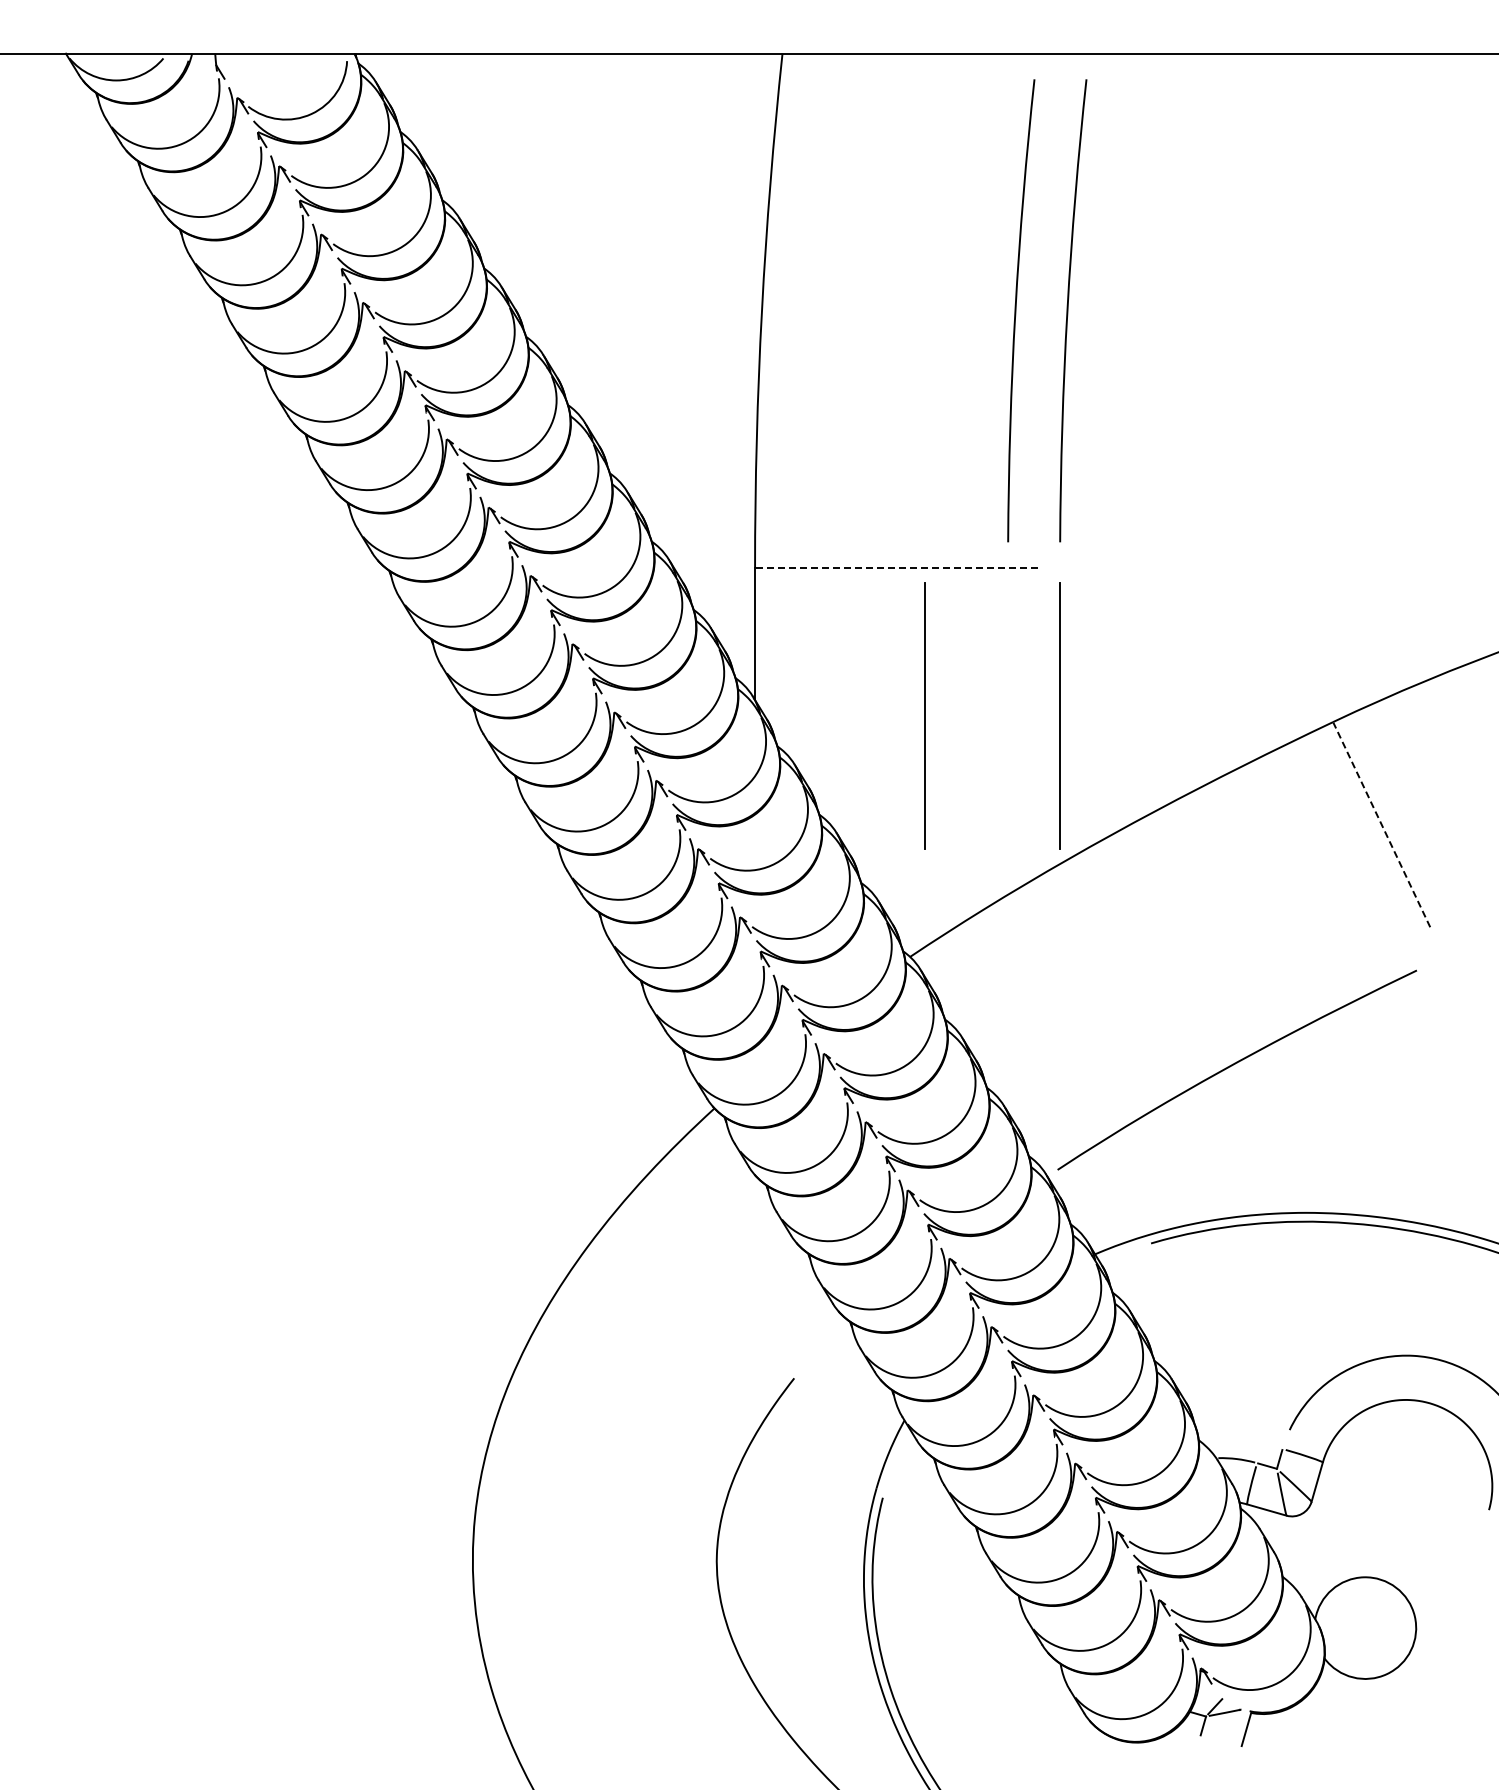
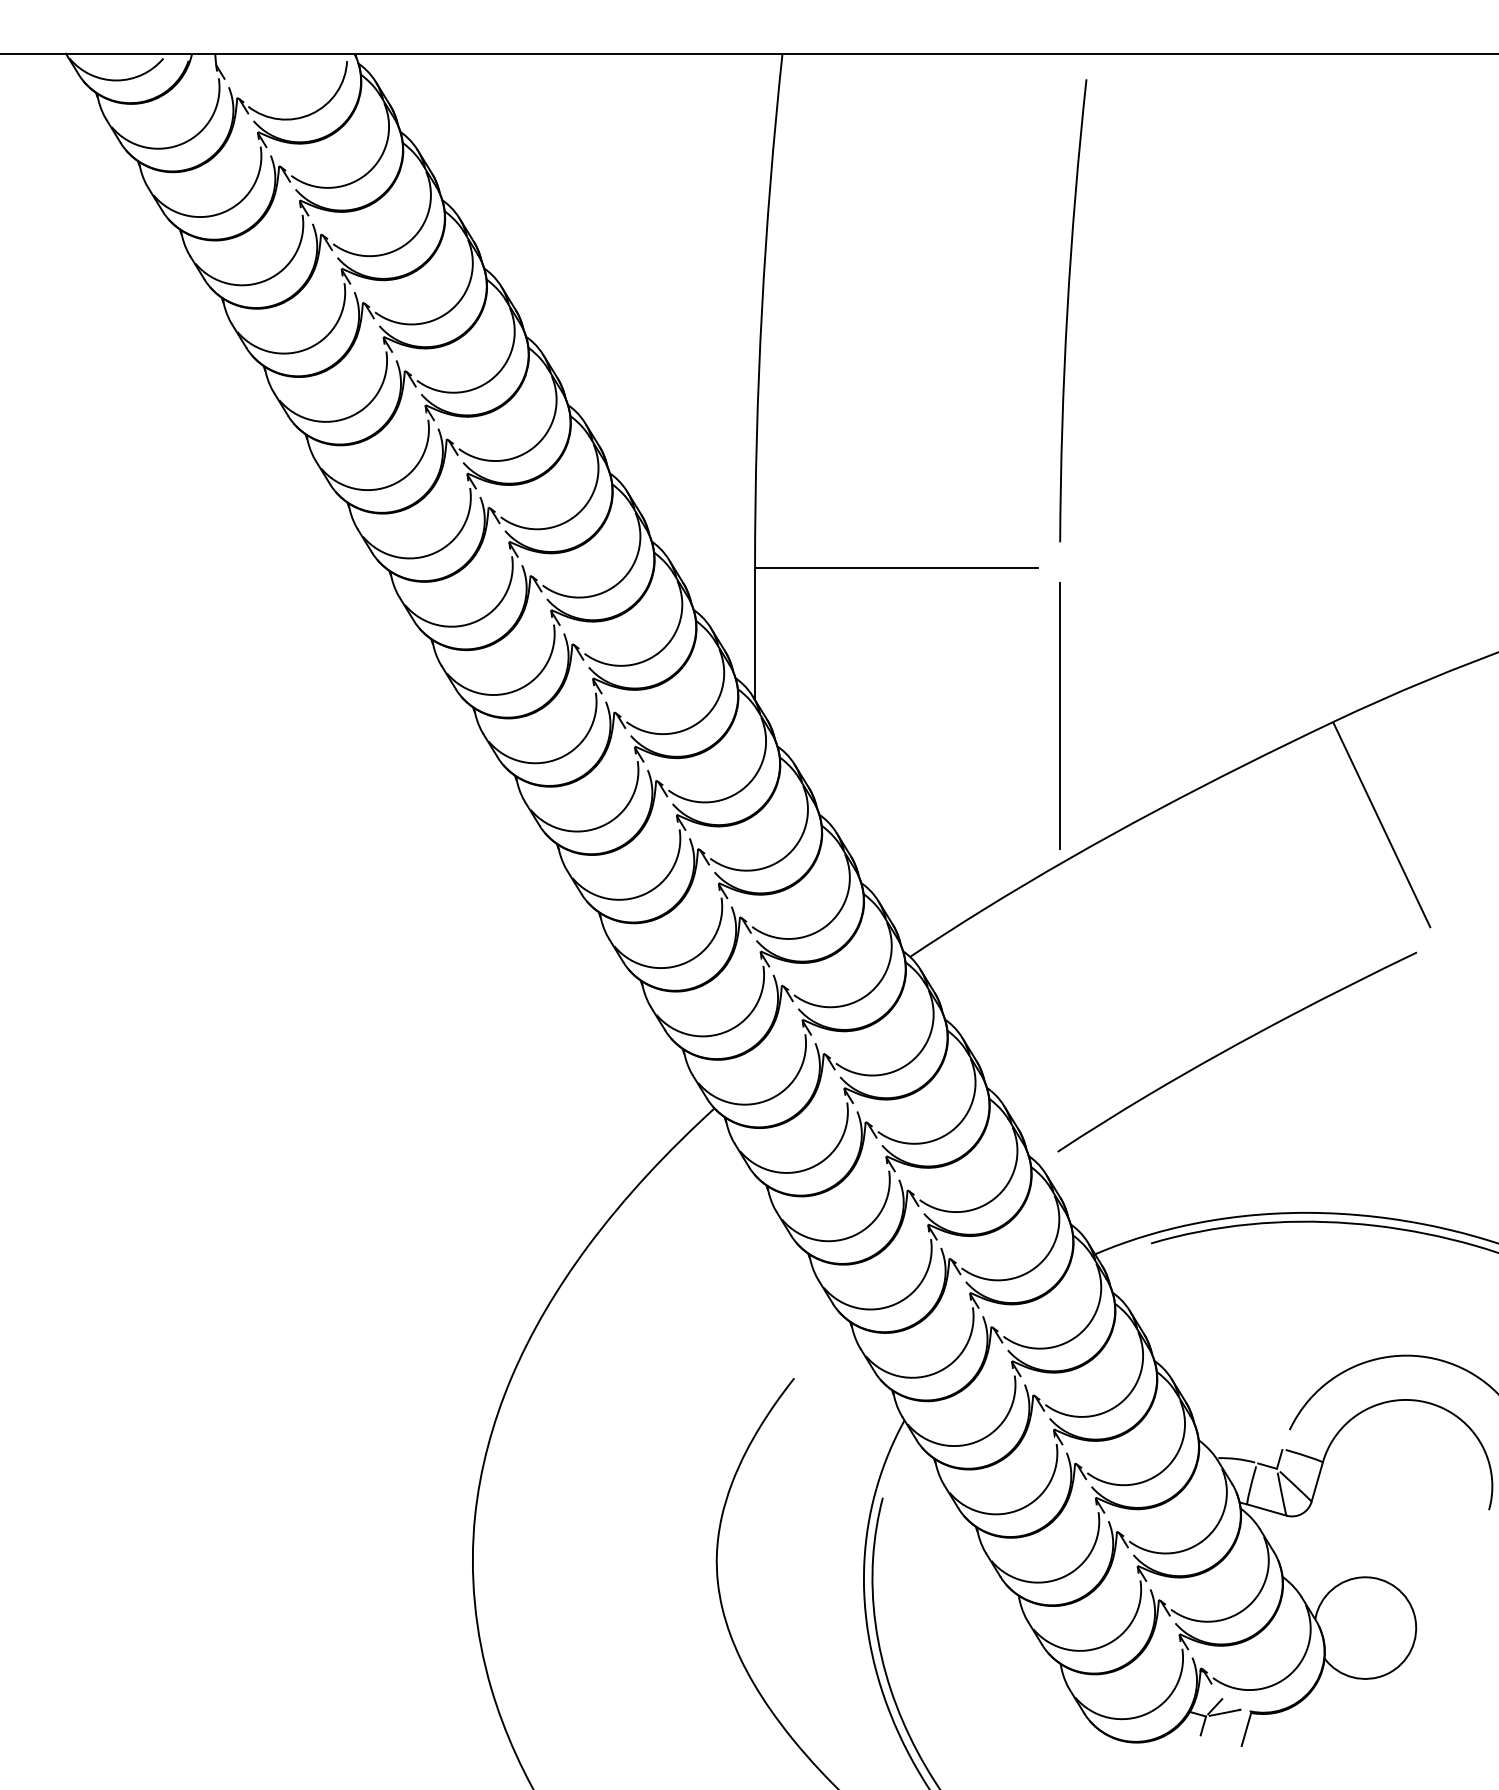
curve at (1016, 310): present -> none
line at (896, 568): dashed -> solid
line at (924, 715): present -> none
line at (1381, 824): dashed -> solid
curve at (1235, 1064) position: (1235, 1064) -> (1235, 1046)
